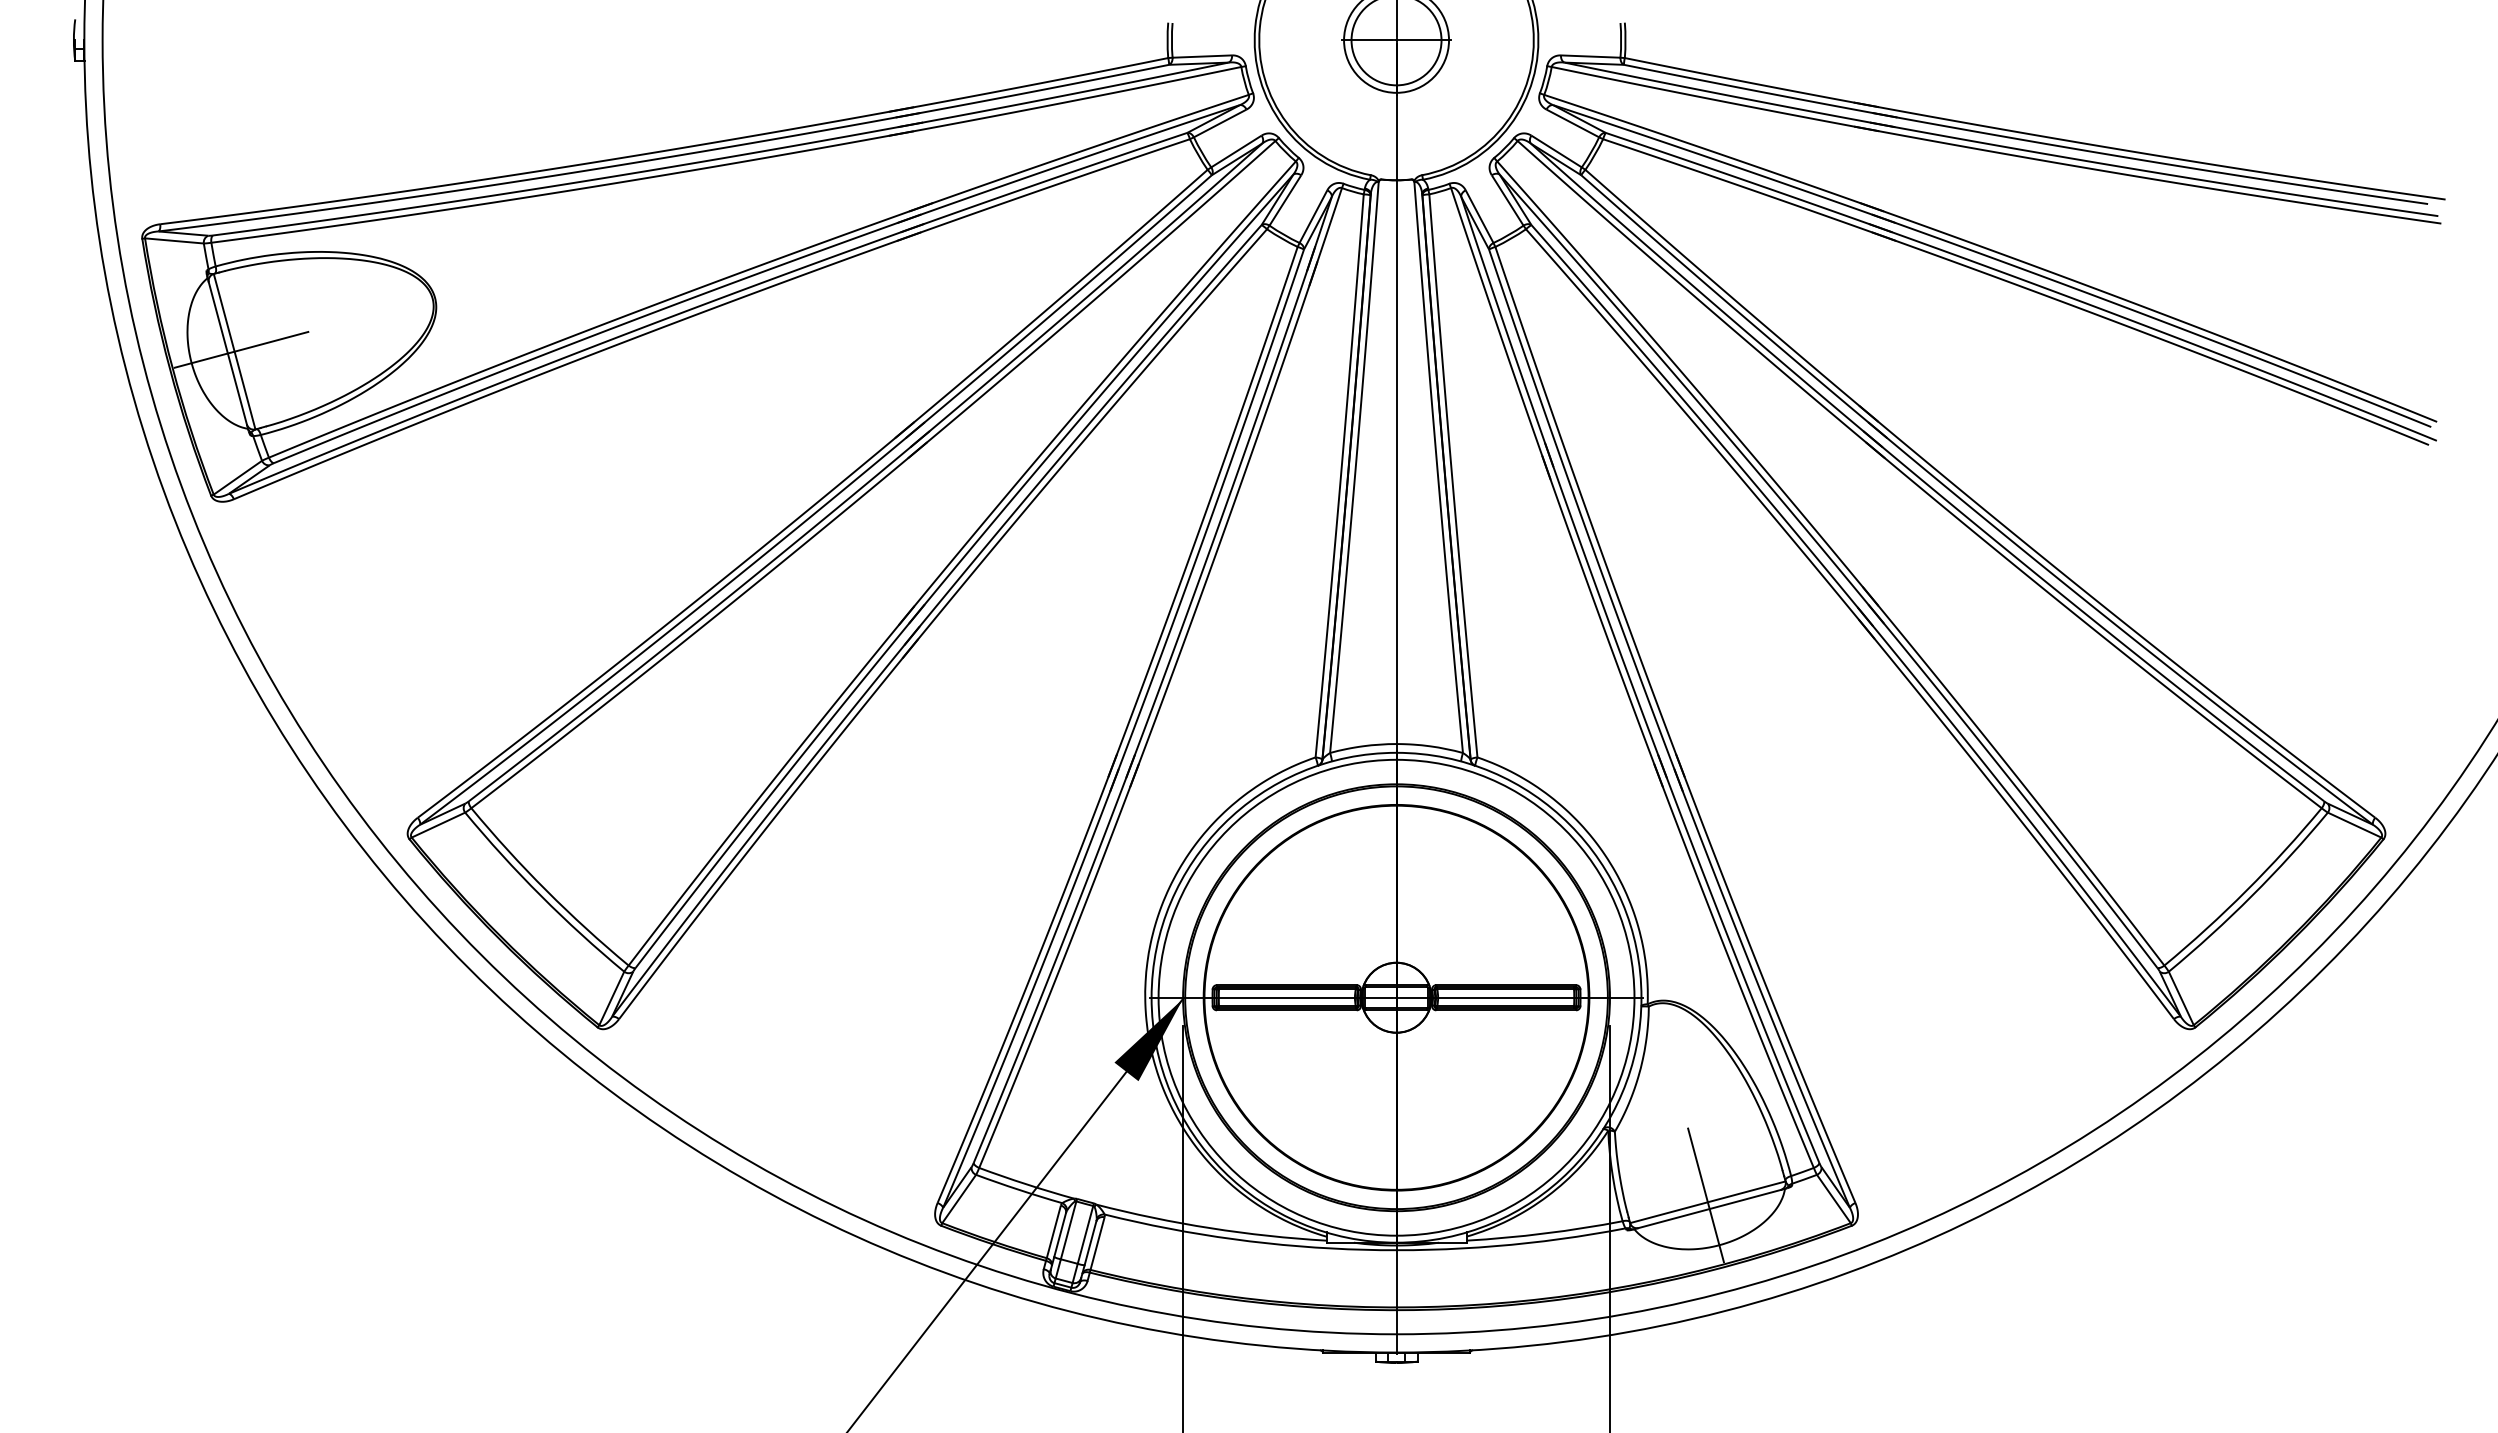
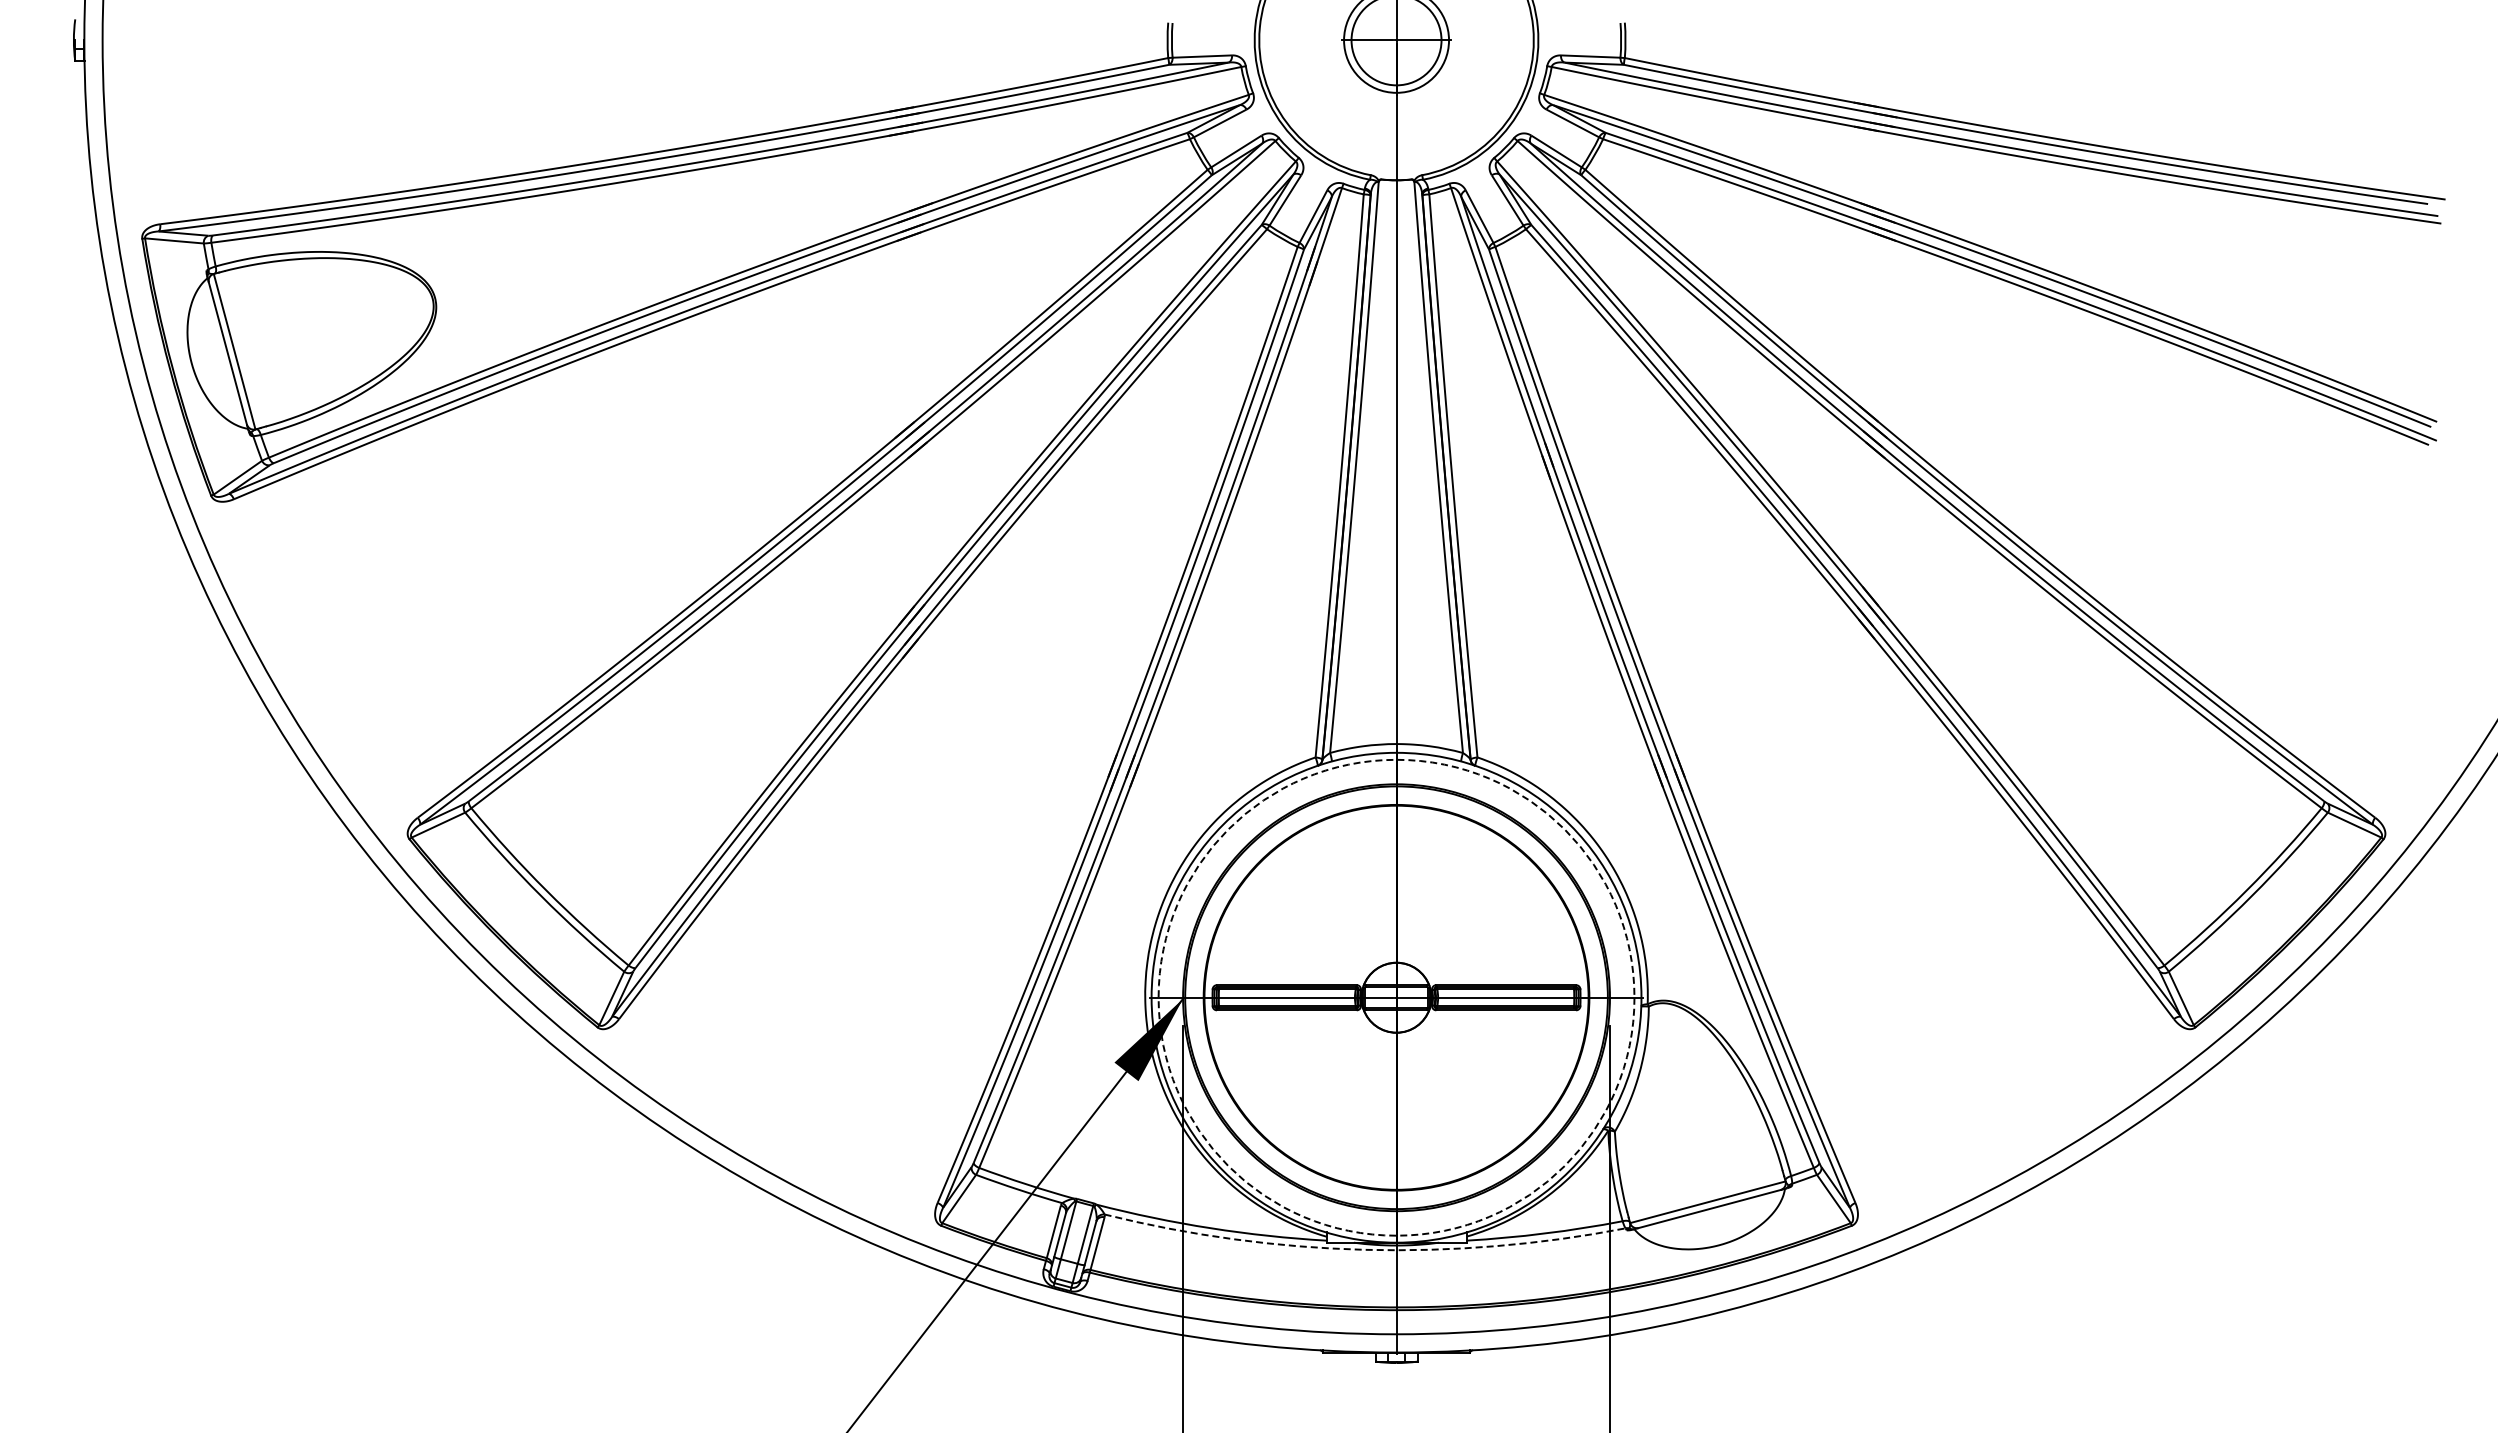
line at (241, 349): present -> none
circle at (1396, 997): solid -> dashed
line at (1705, 1195): present -> none
arc at (1364, 1249): solid -> dashed
